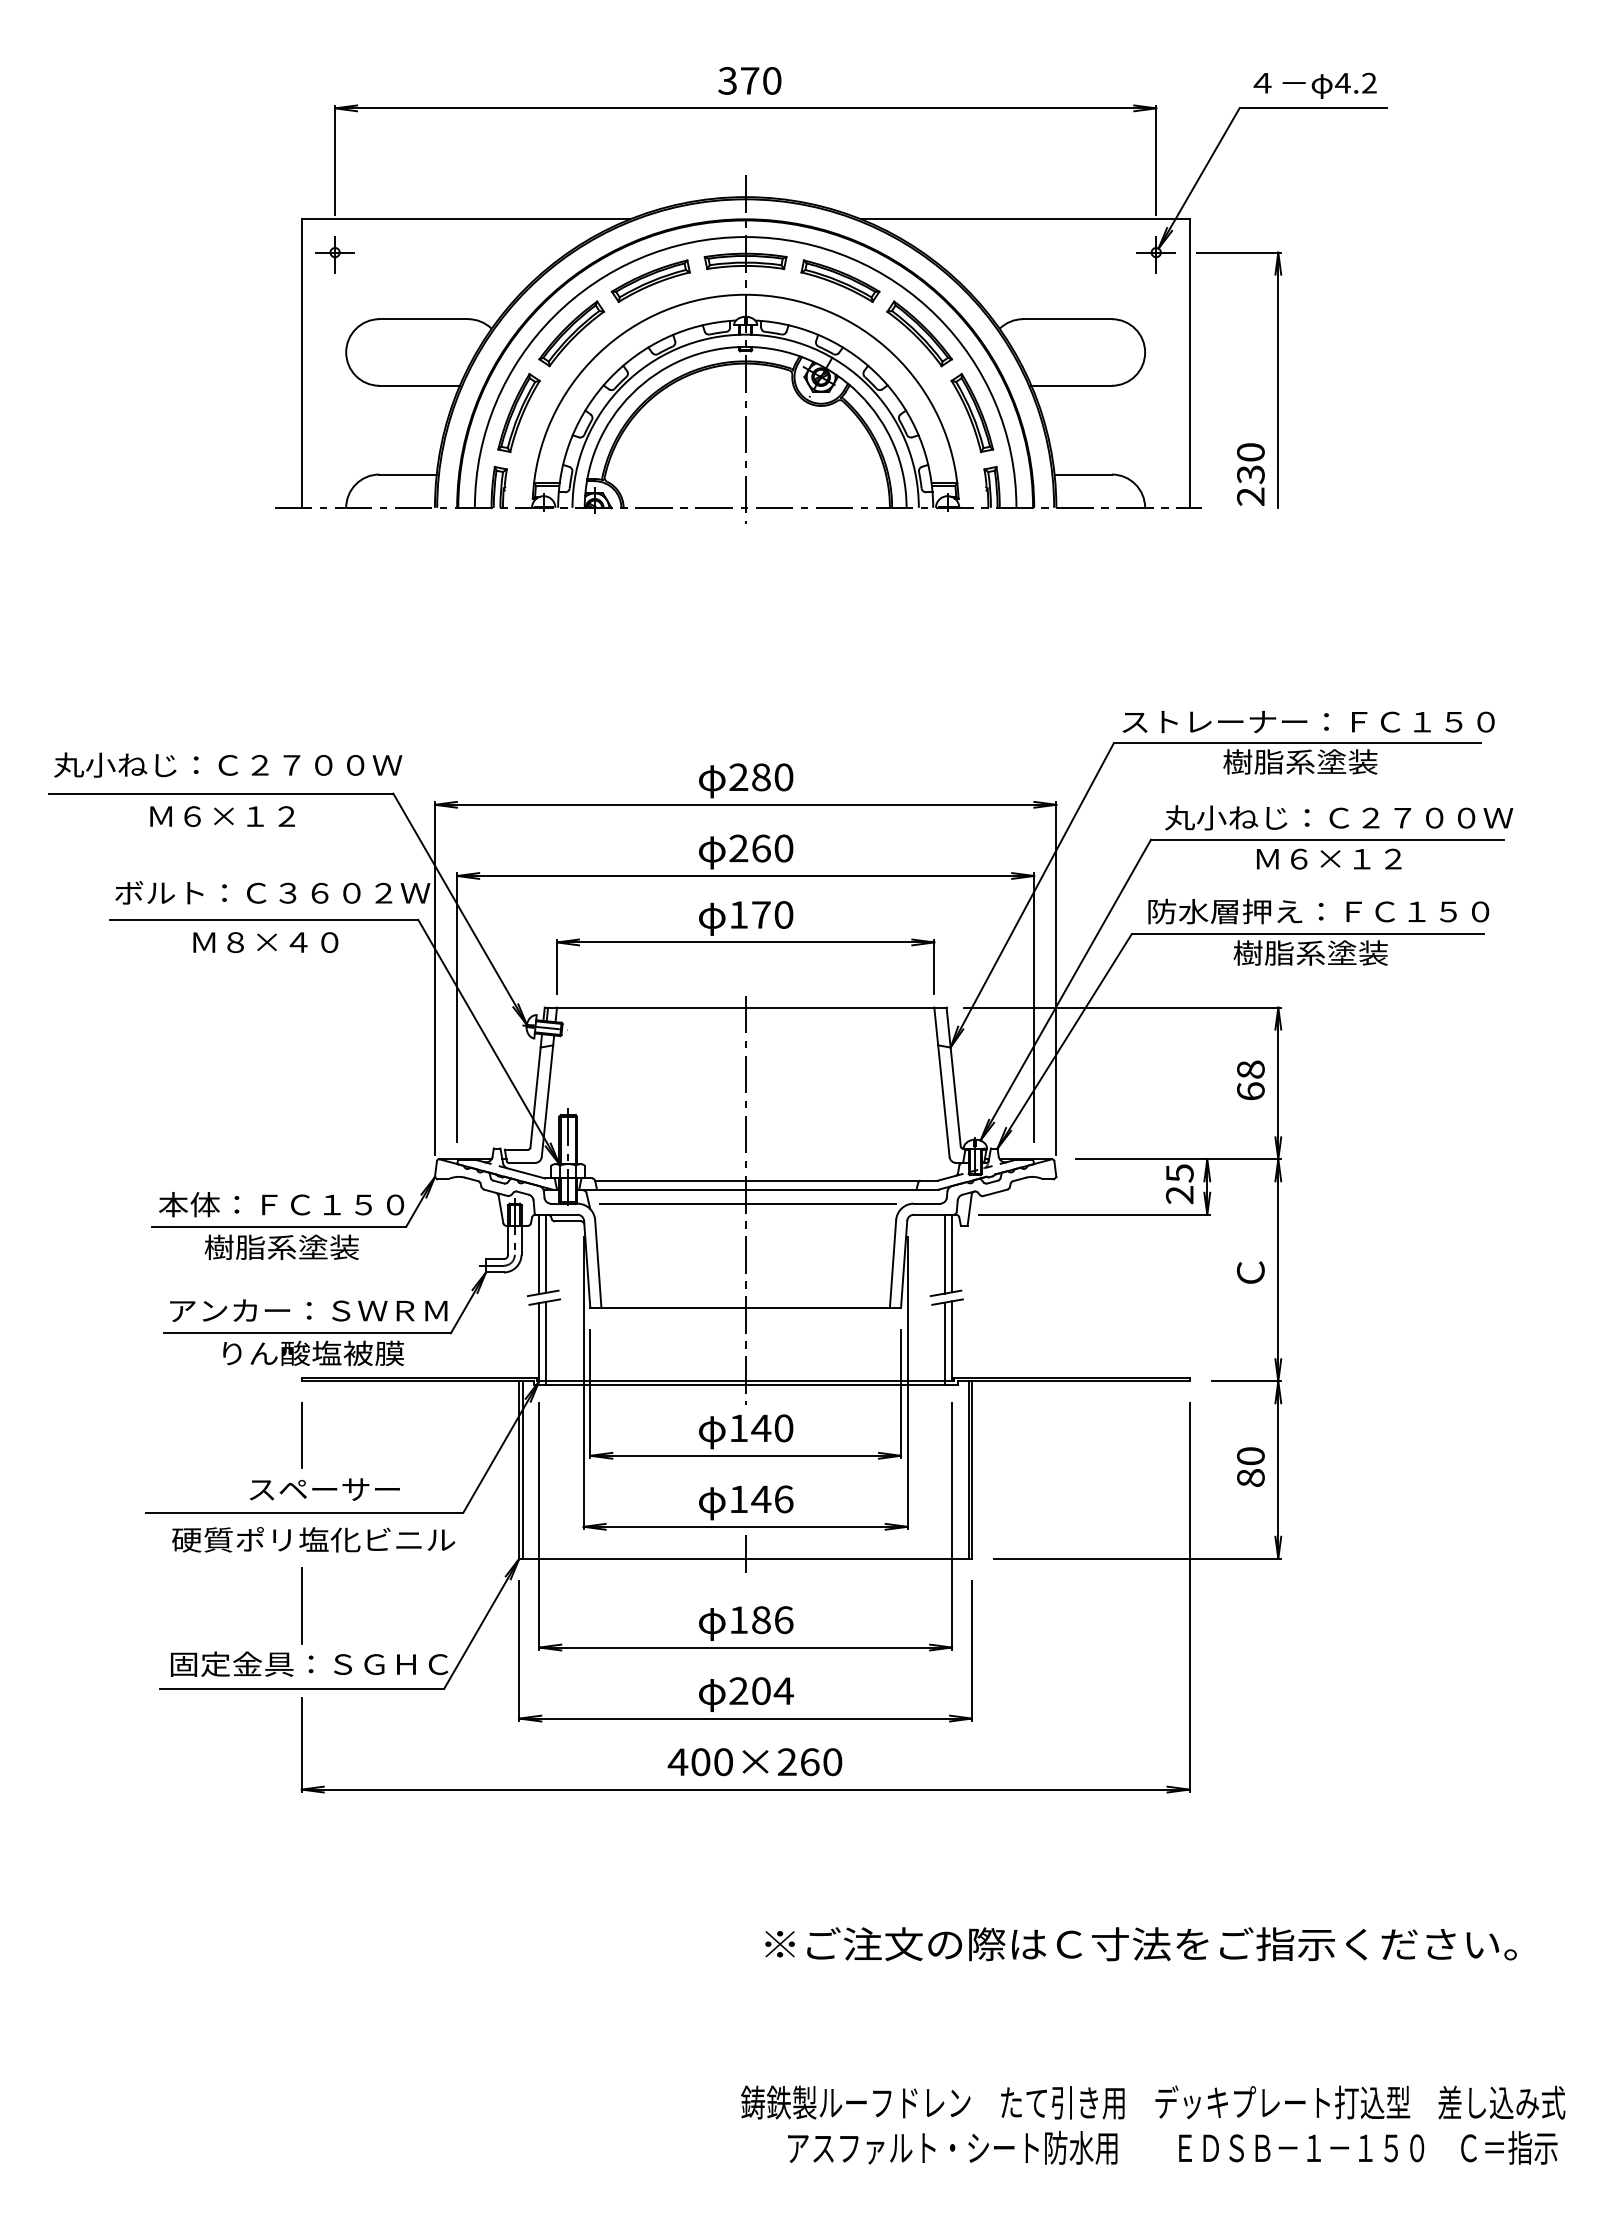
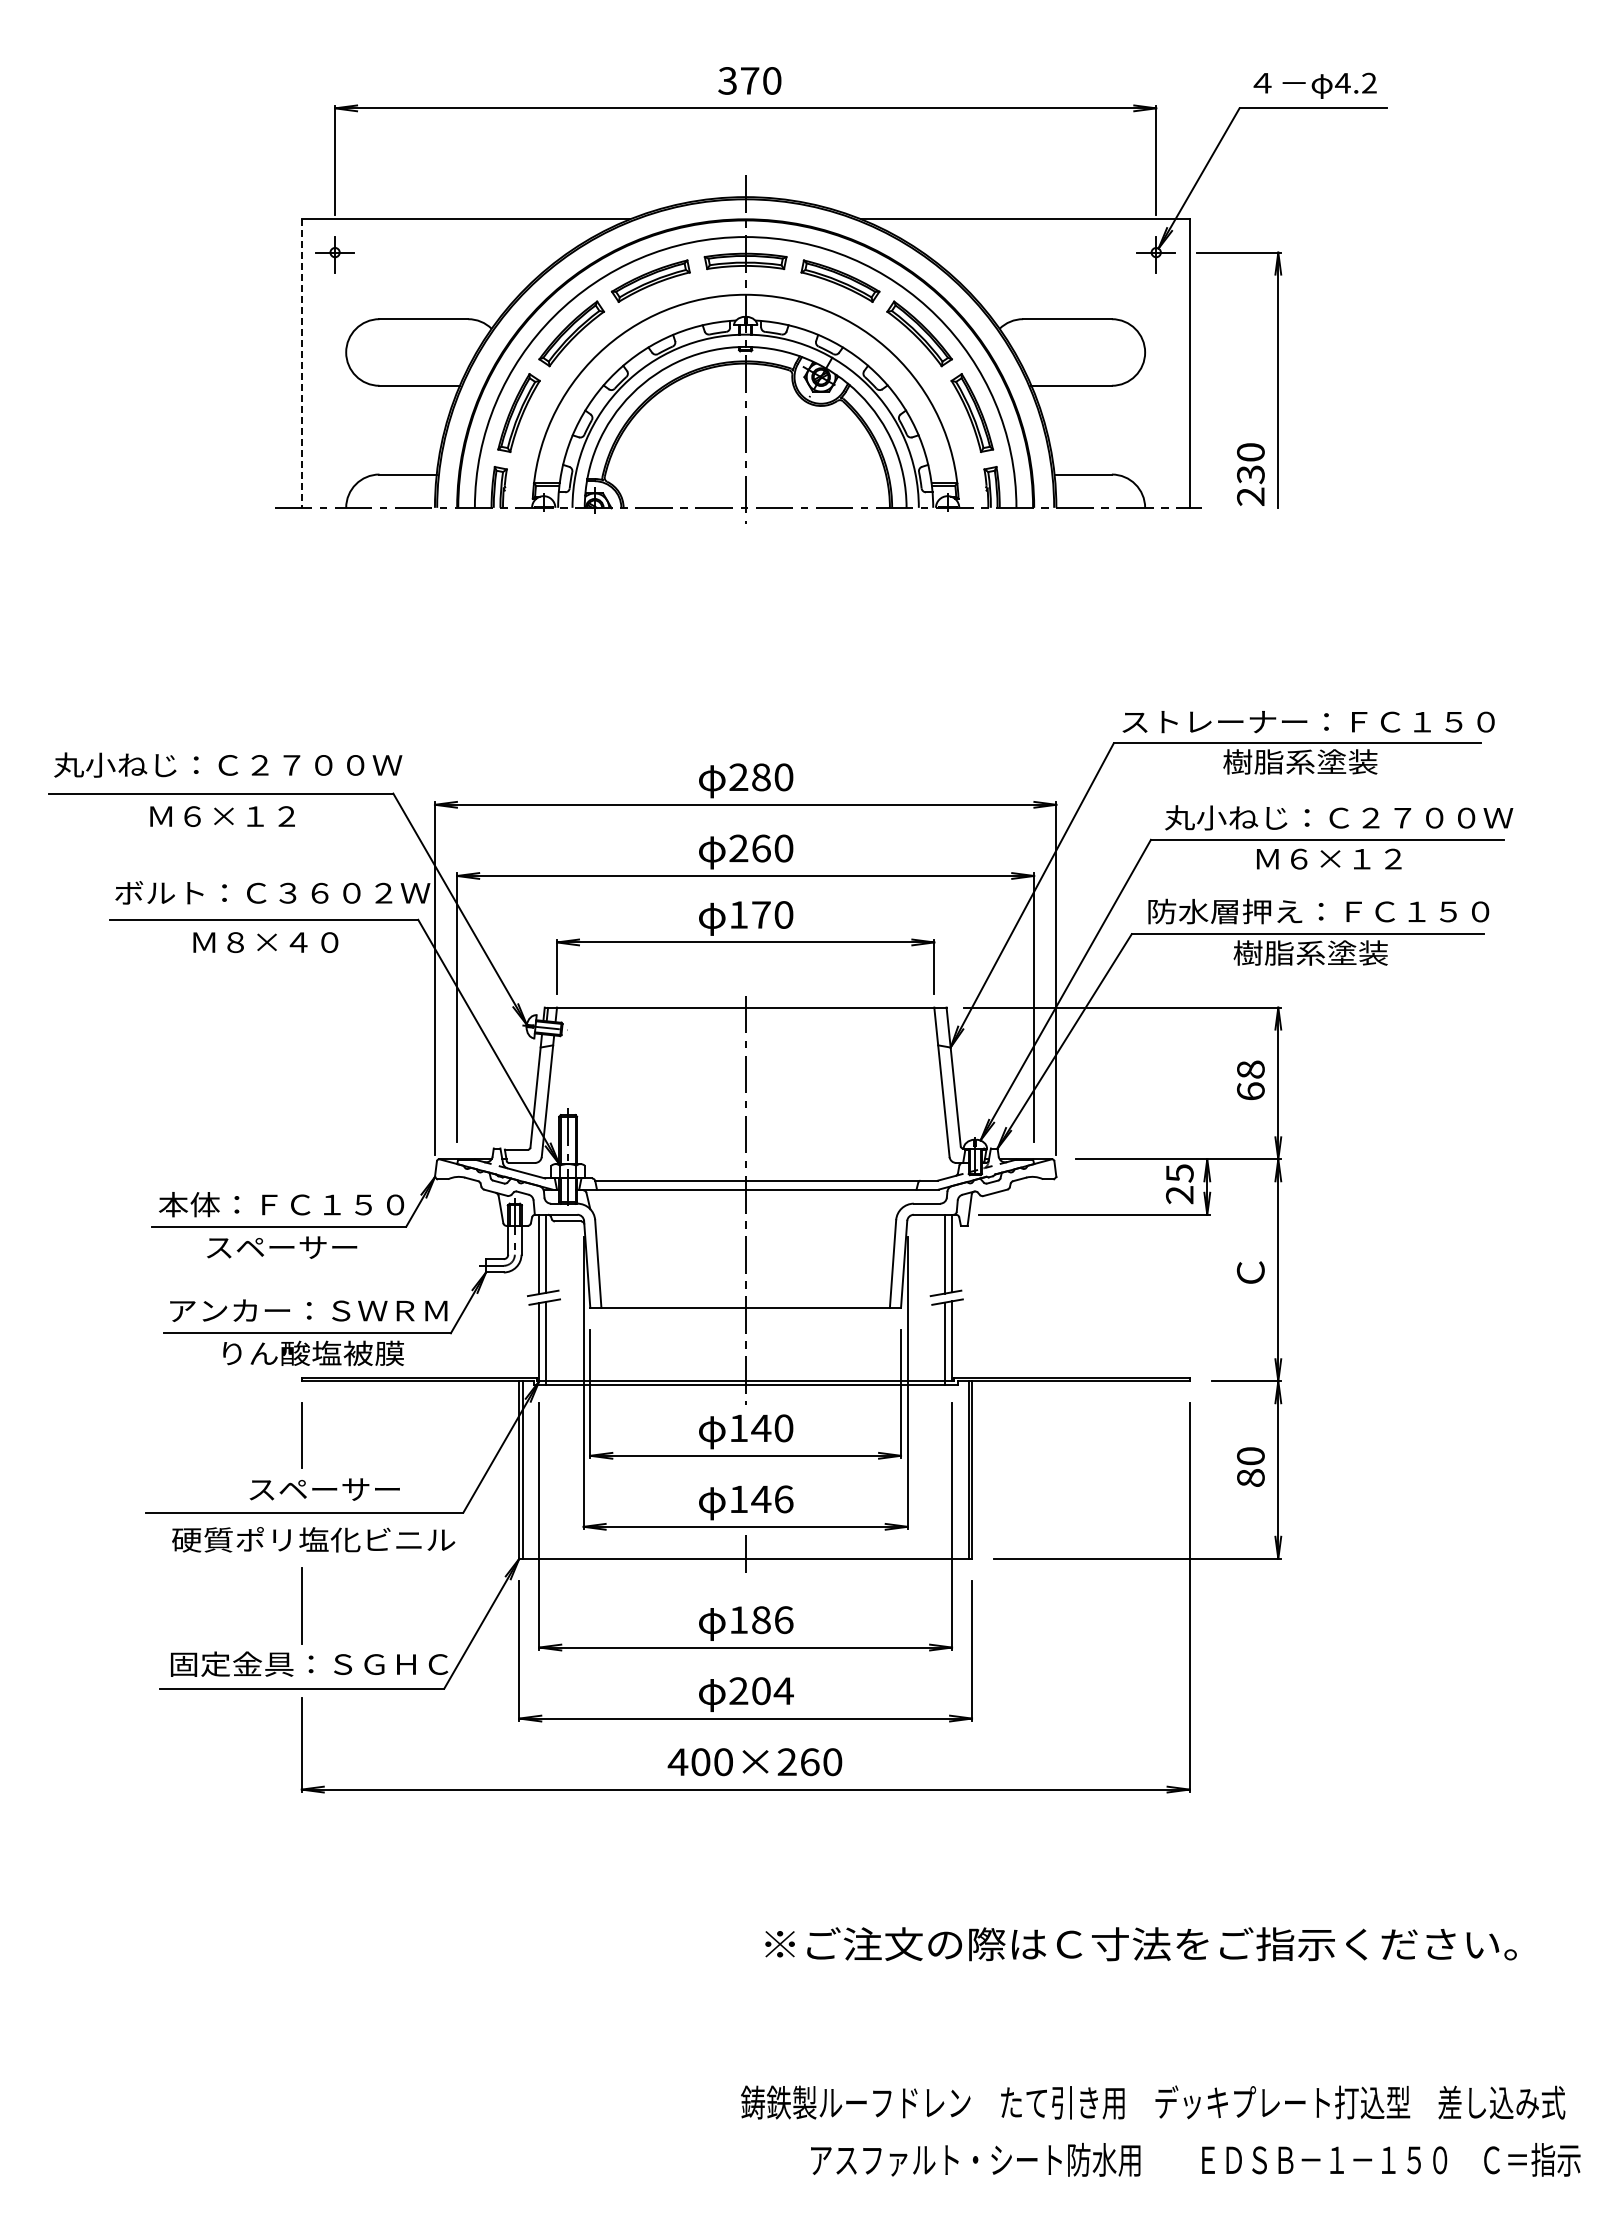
line at (301, 364): solid -> dashed
line at (747, 1203): present -> none
text at (281, 1247): 樹脂系塗装 -> スペーサー
text at (1172, 2147) position: (1172, 2147) -> (1195, 2159)
